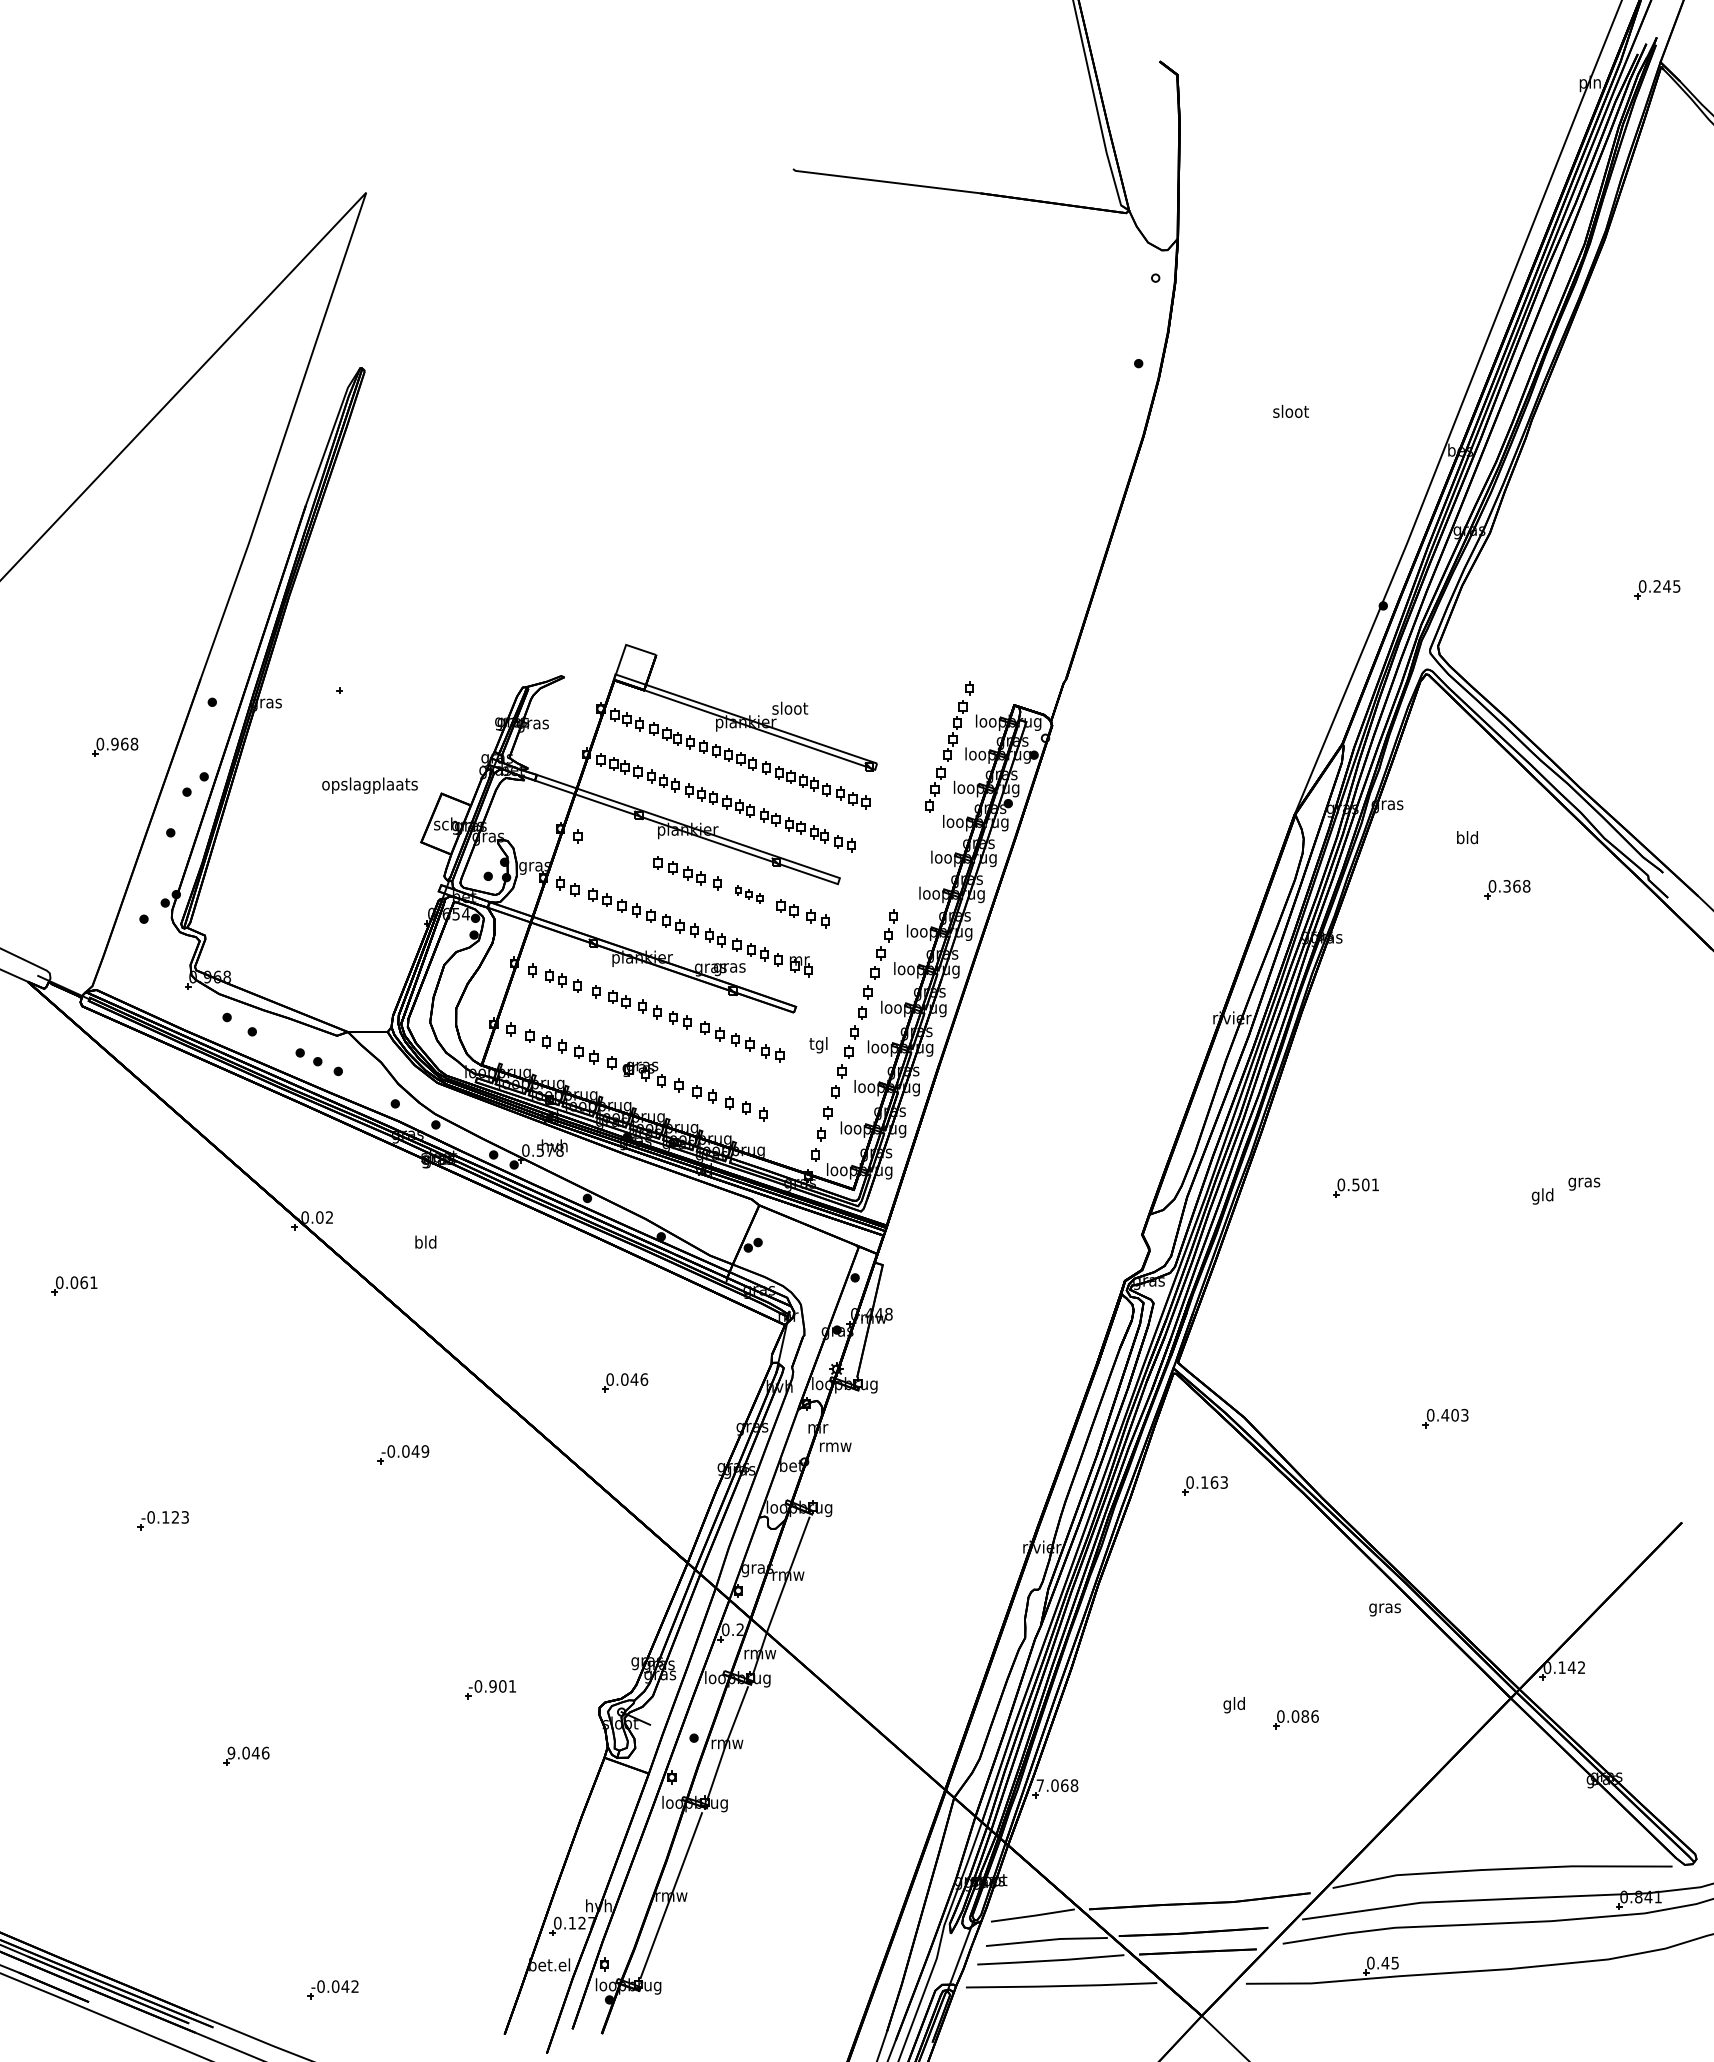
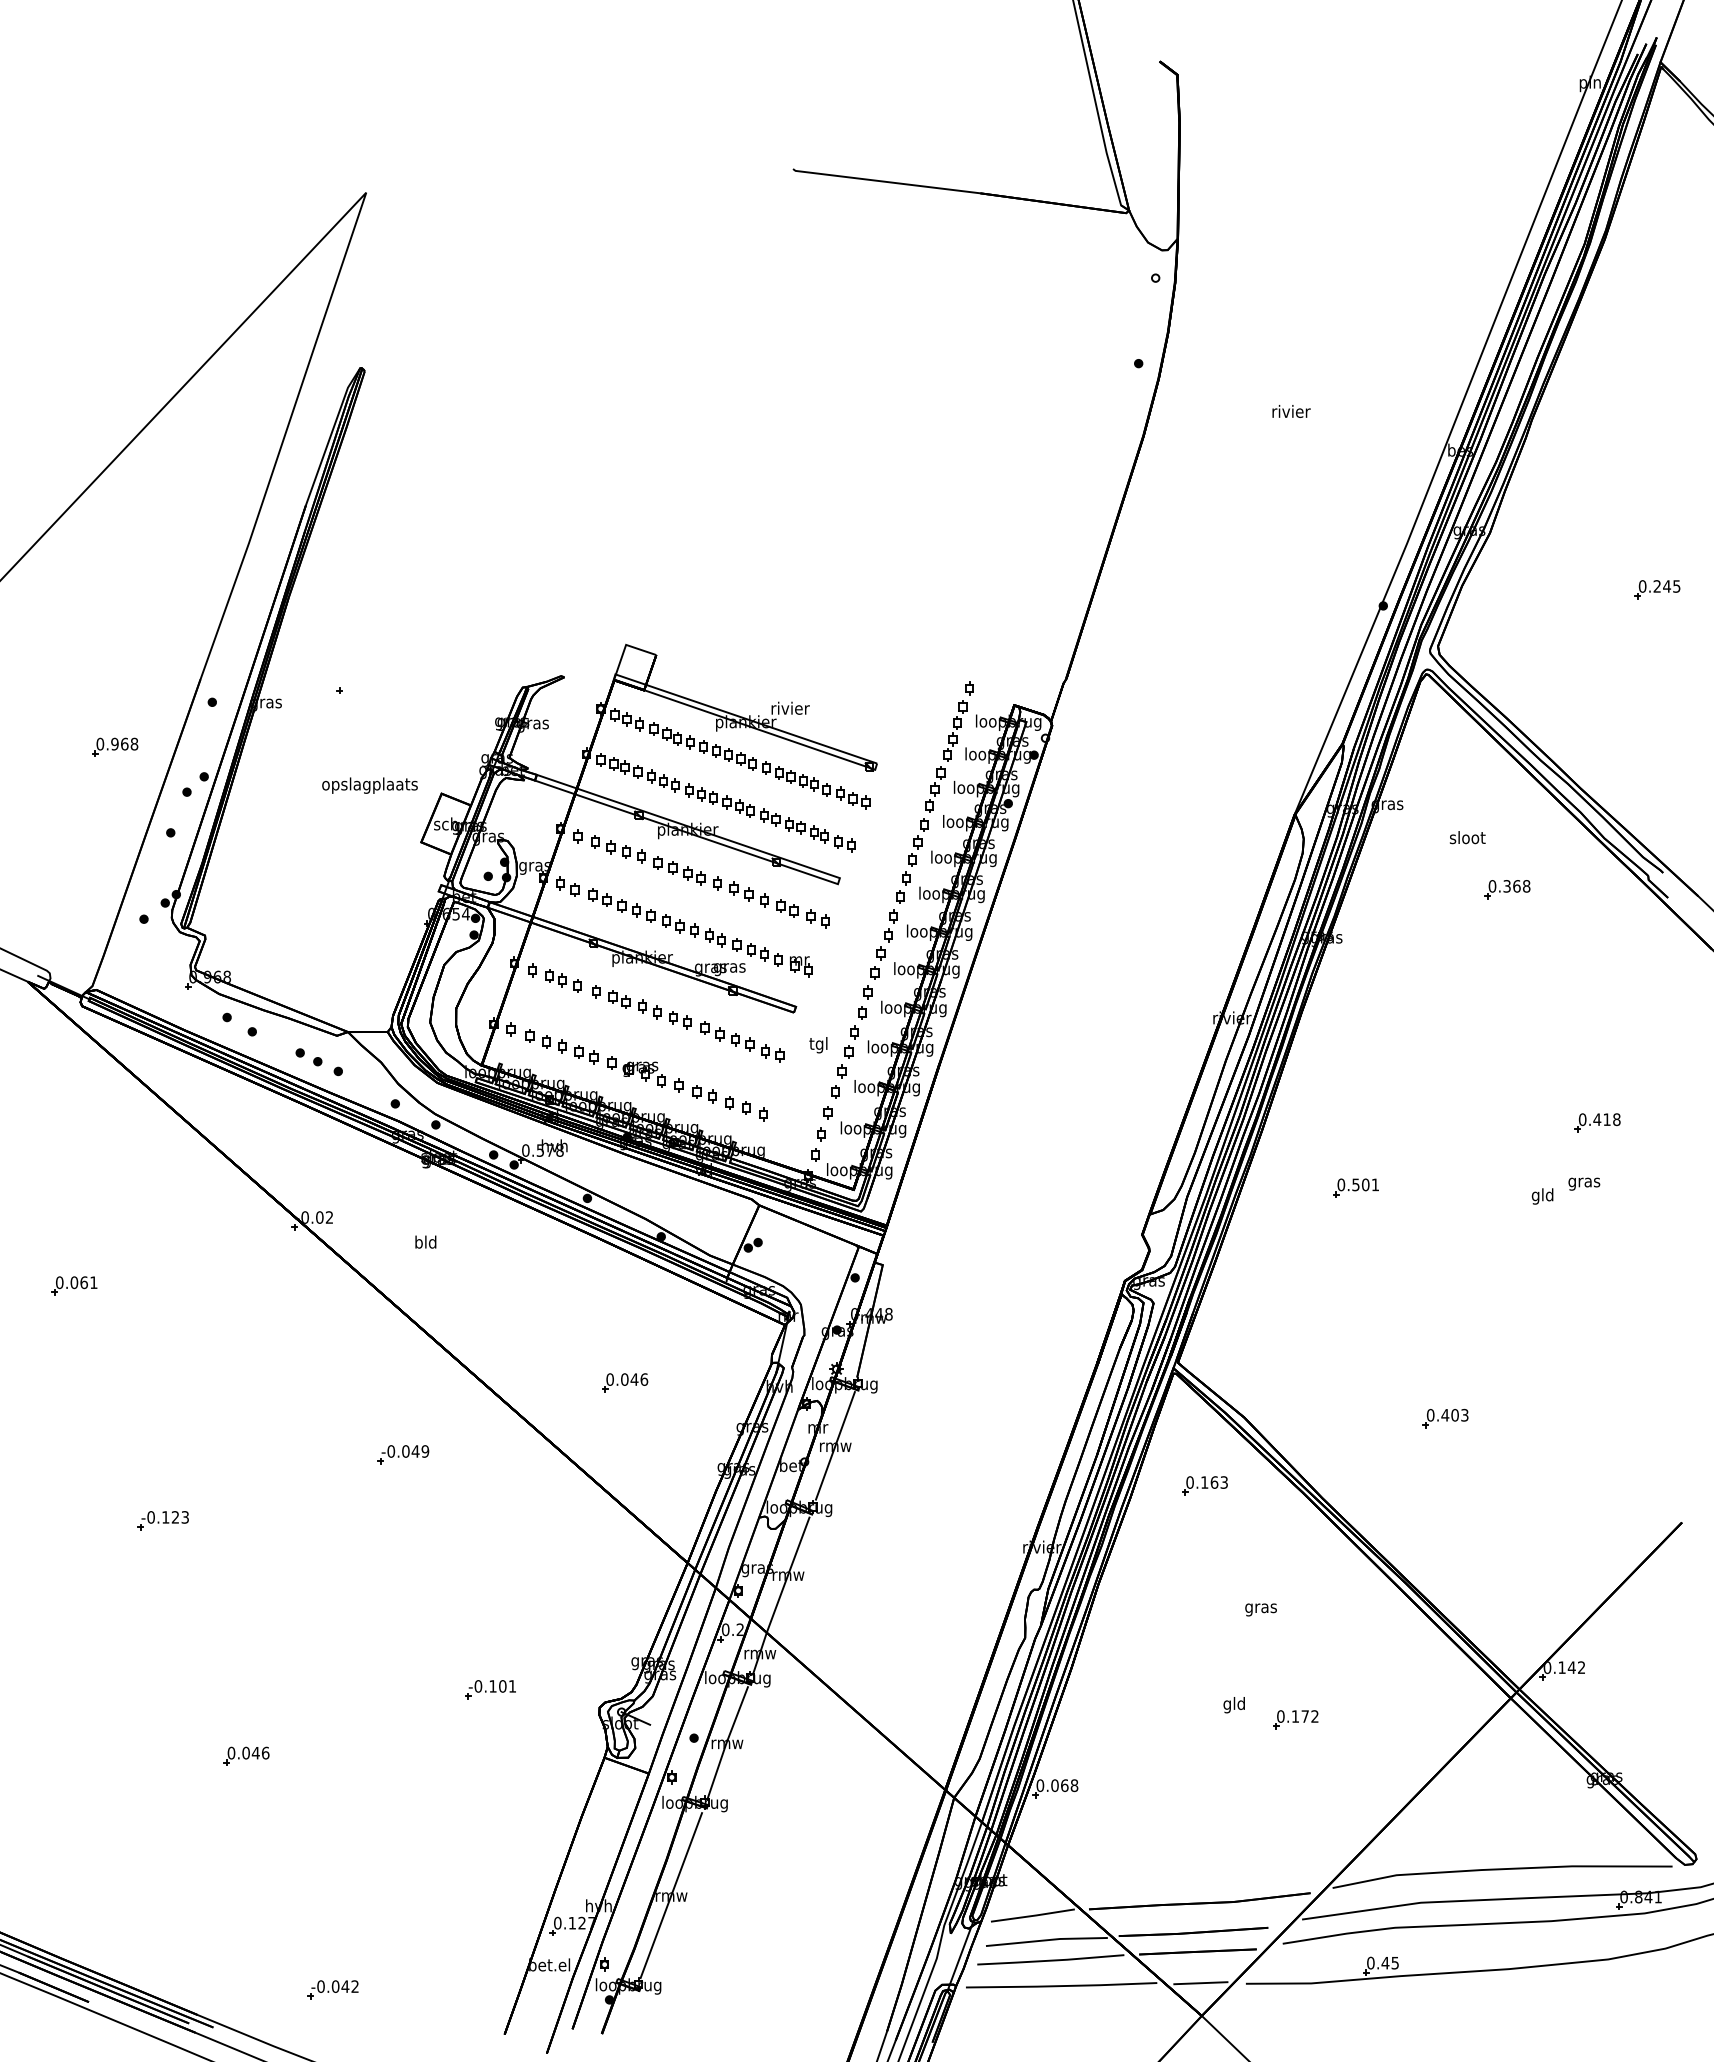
text at (1291, 410): sloot -> rivier
text at (790, 707): sloot -> rivier
text at (1467, 837): bld -> sloot
part at (618, 849): none -> present
part at (912, 860): none -> present
part at (749, 894) size: 29x19 px -> 40x27 px
part at (1597, 1122): none -> present
line at (835, 1445): none -> present
text at (1384, 1609) position: (1384, 1609) -> (1260, 1609)
text at (492, 1686): -0.901 -> -0.101
text at (1304, 1716): 0.086 -> 0.172
text at (231, 1753): 9.046 -> 0.046
text at (1040, 1785): 7.068 -> 0.068
line at (1200, 1983): none -> present
